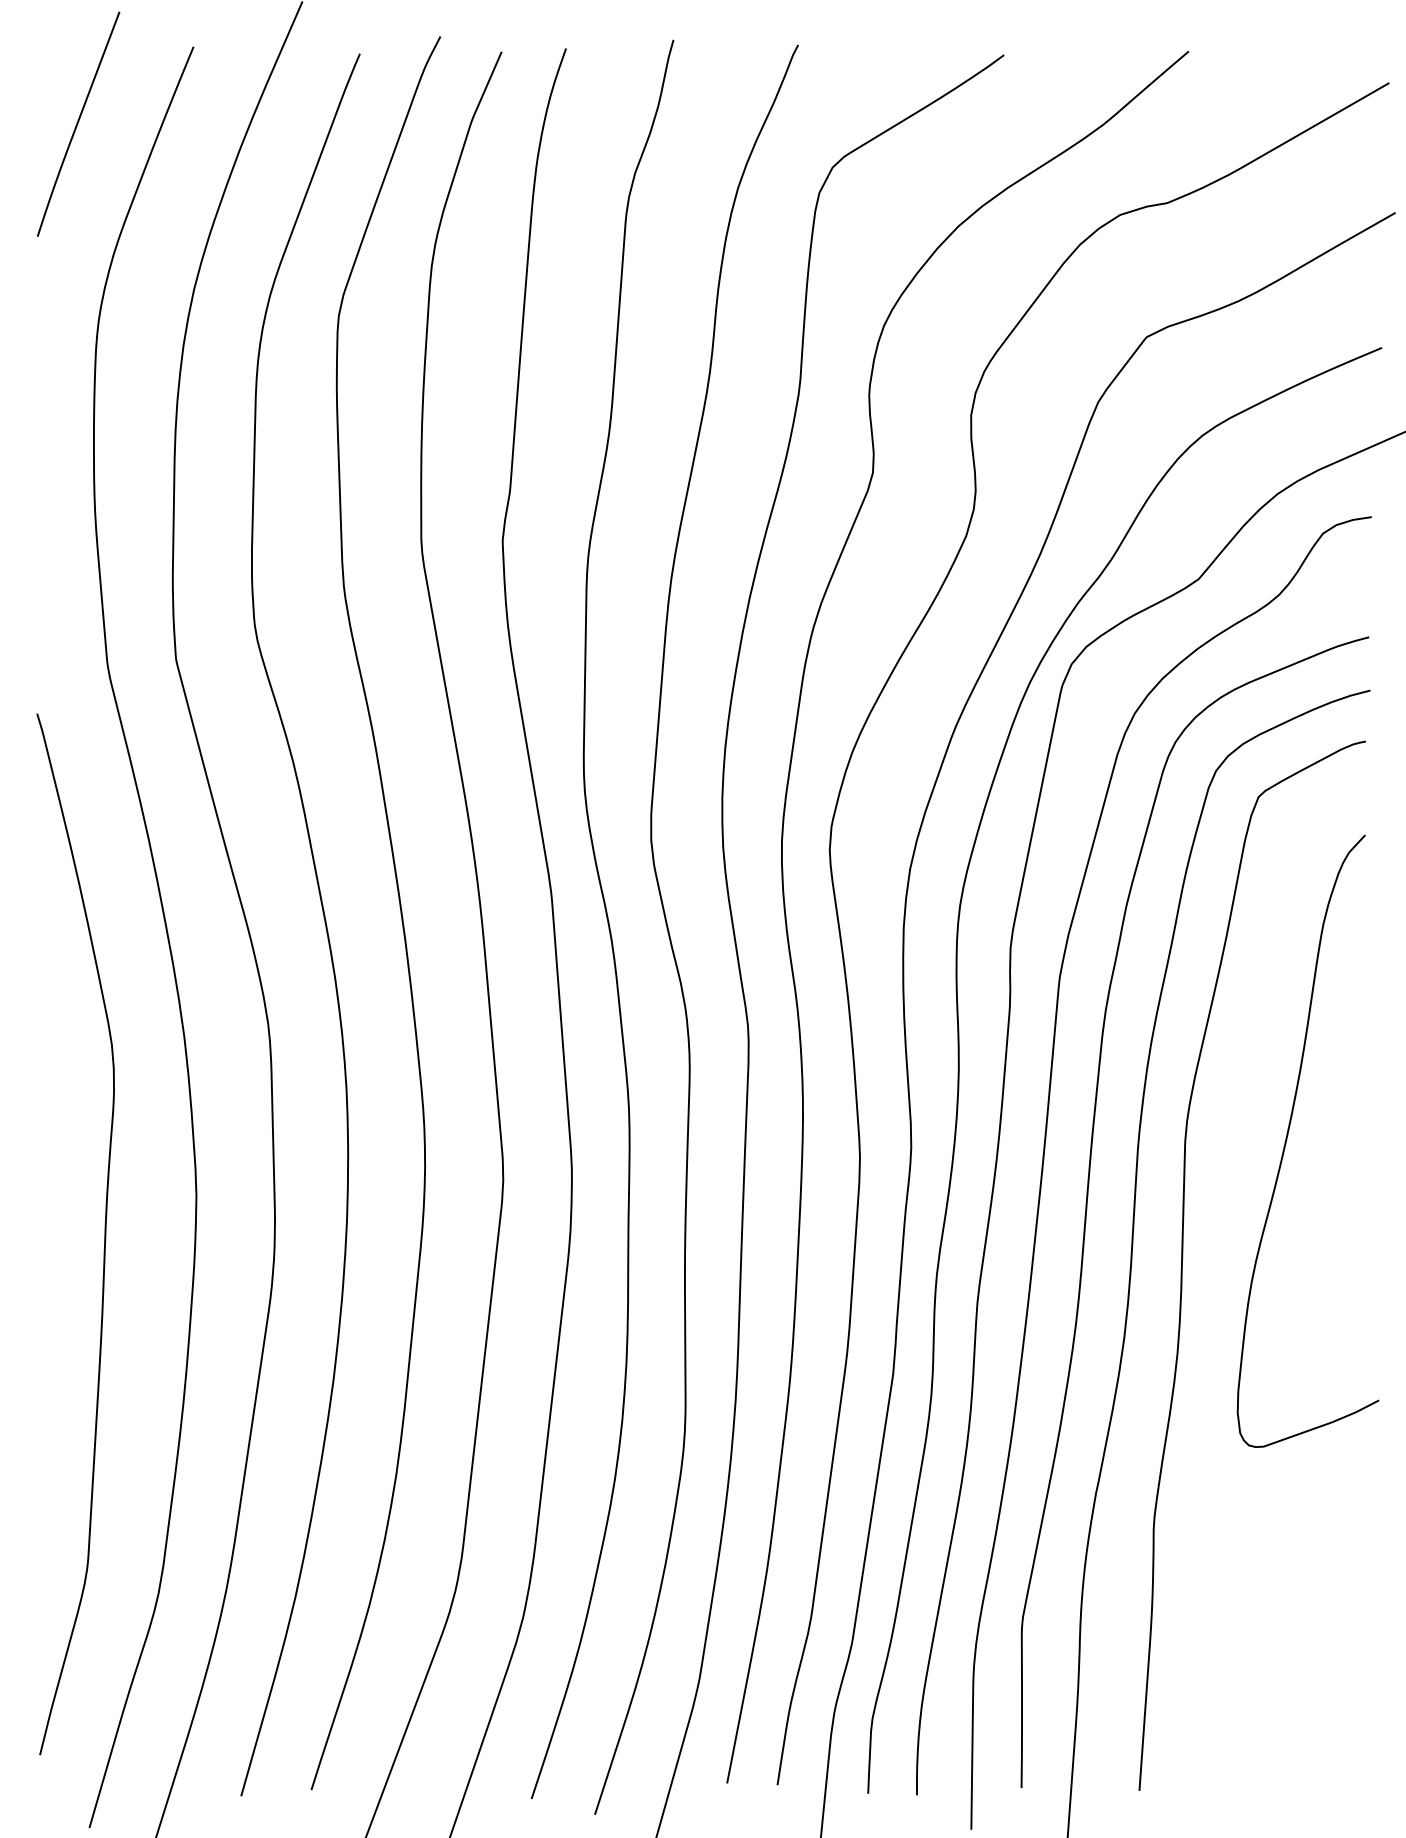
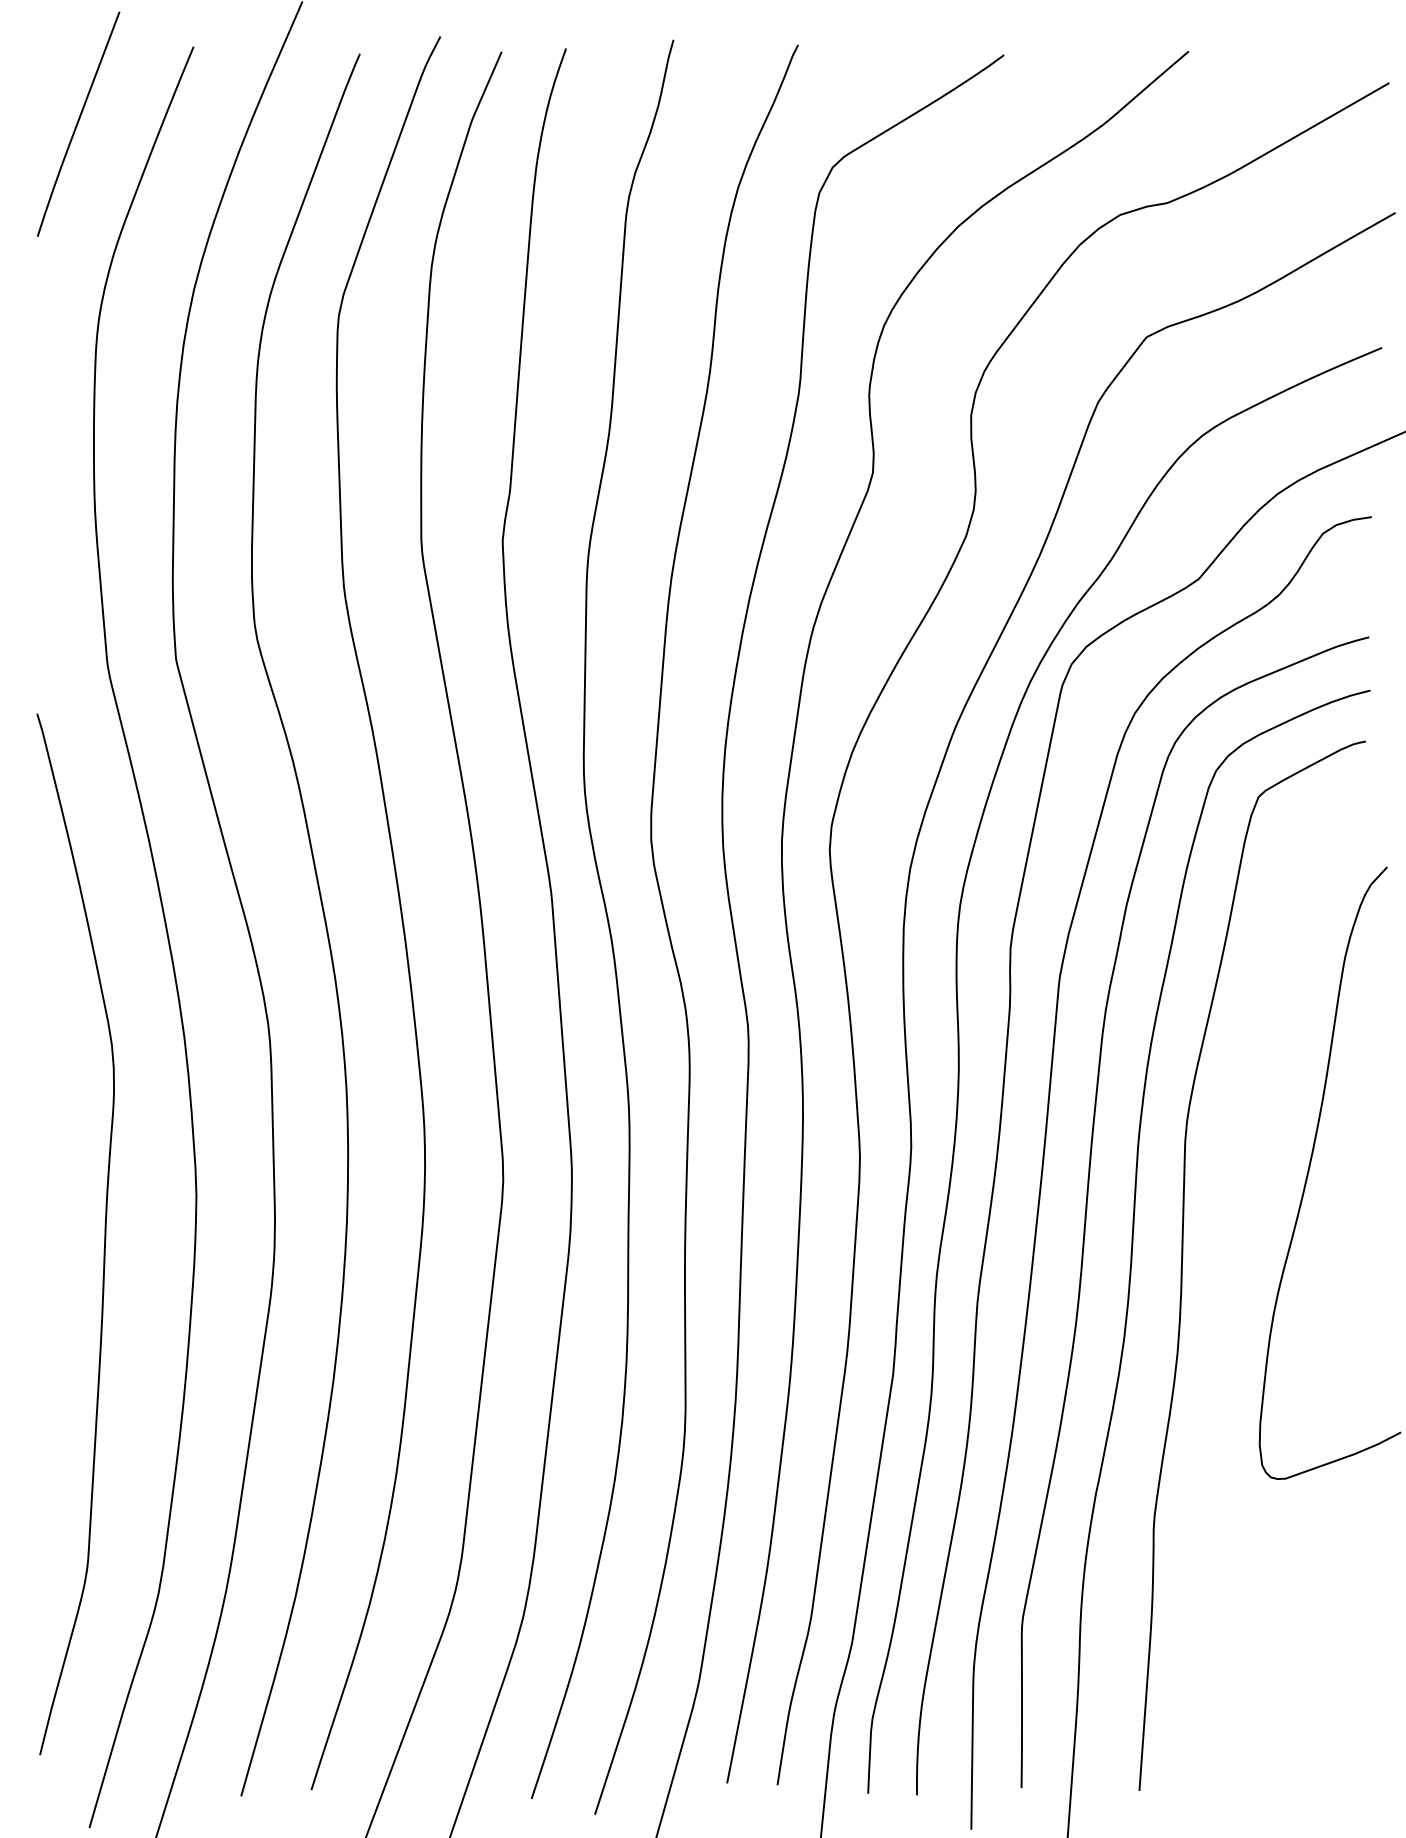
curve at (1288, 1135) position: (1288, 1135) -> (1310, 1167)
